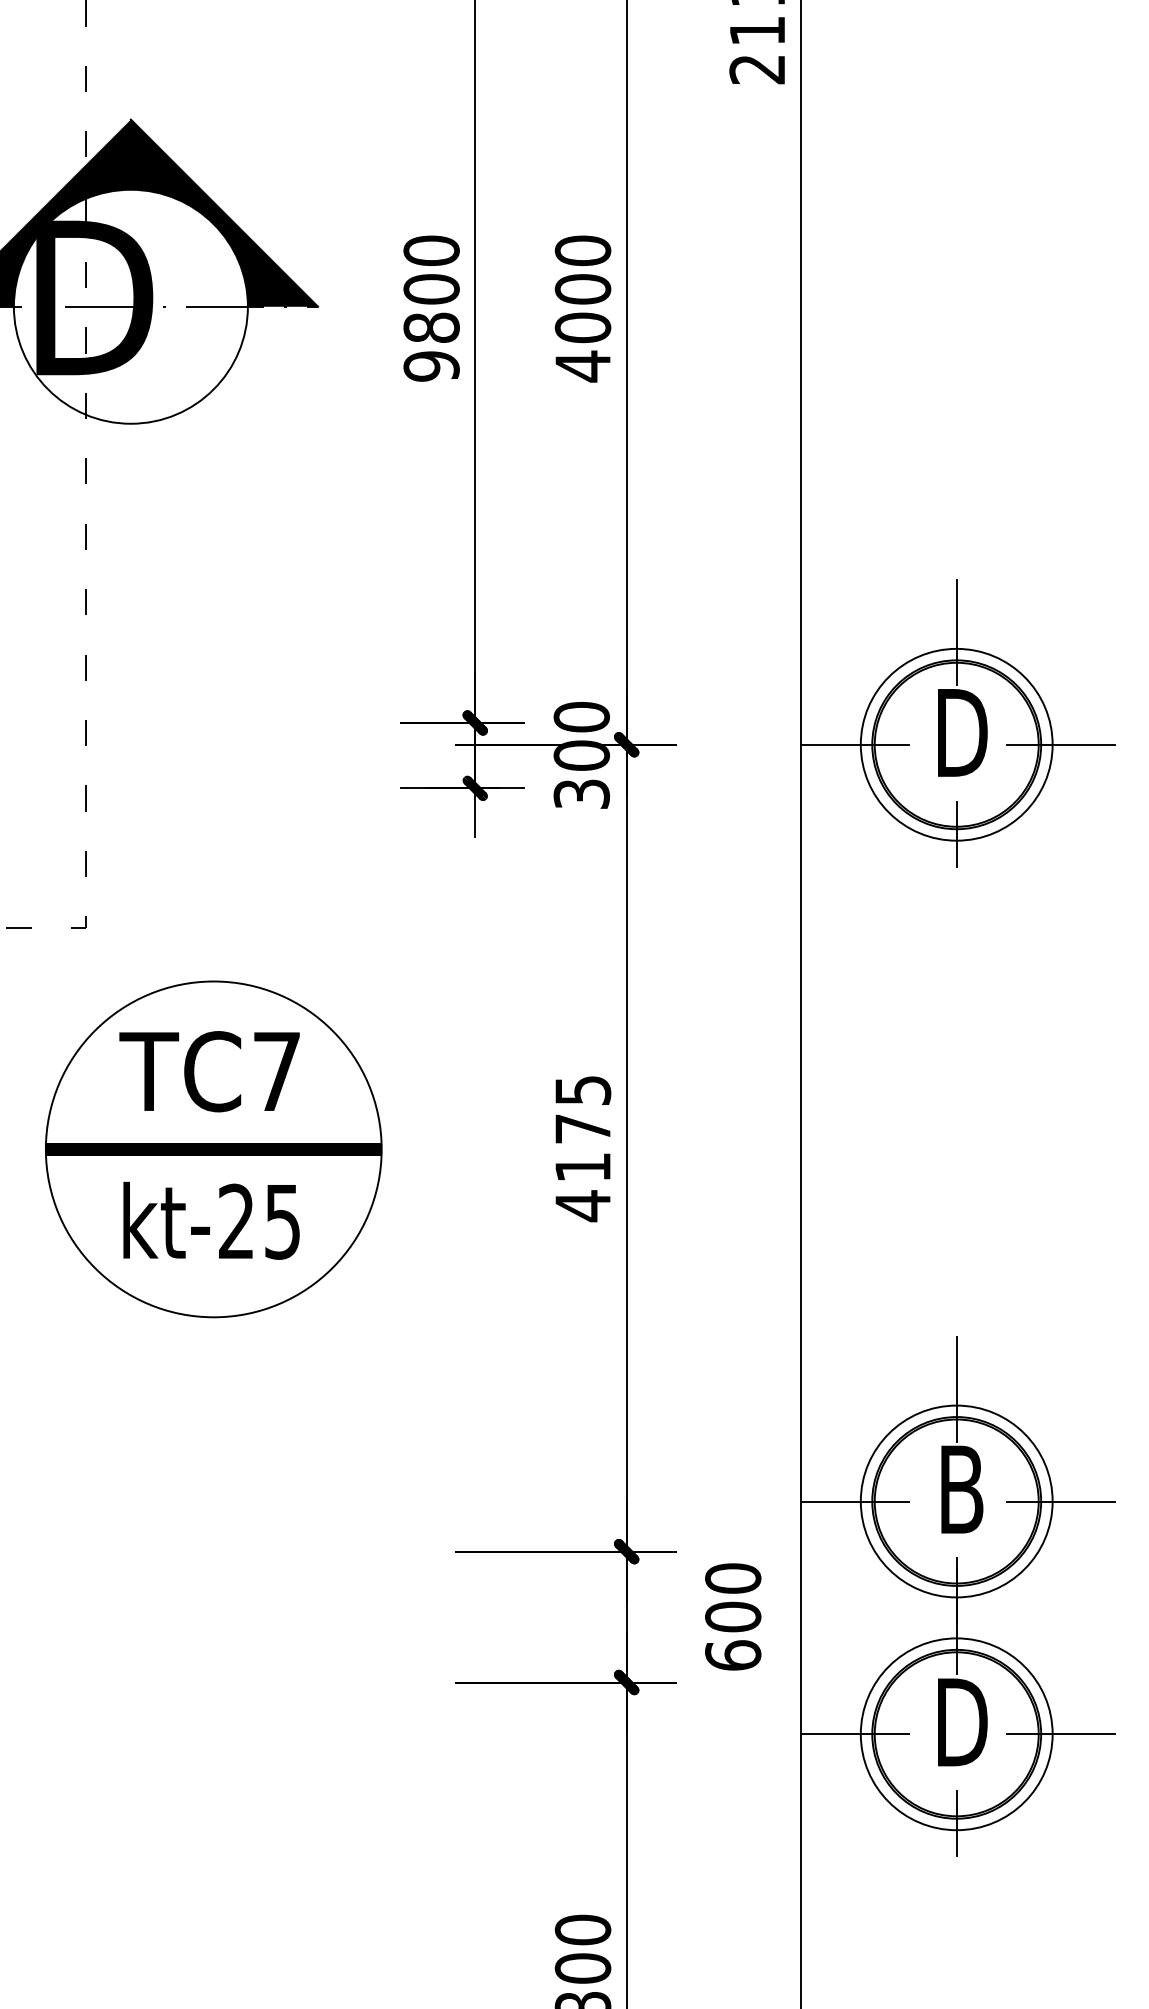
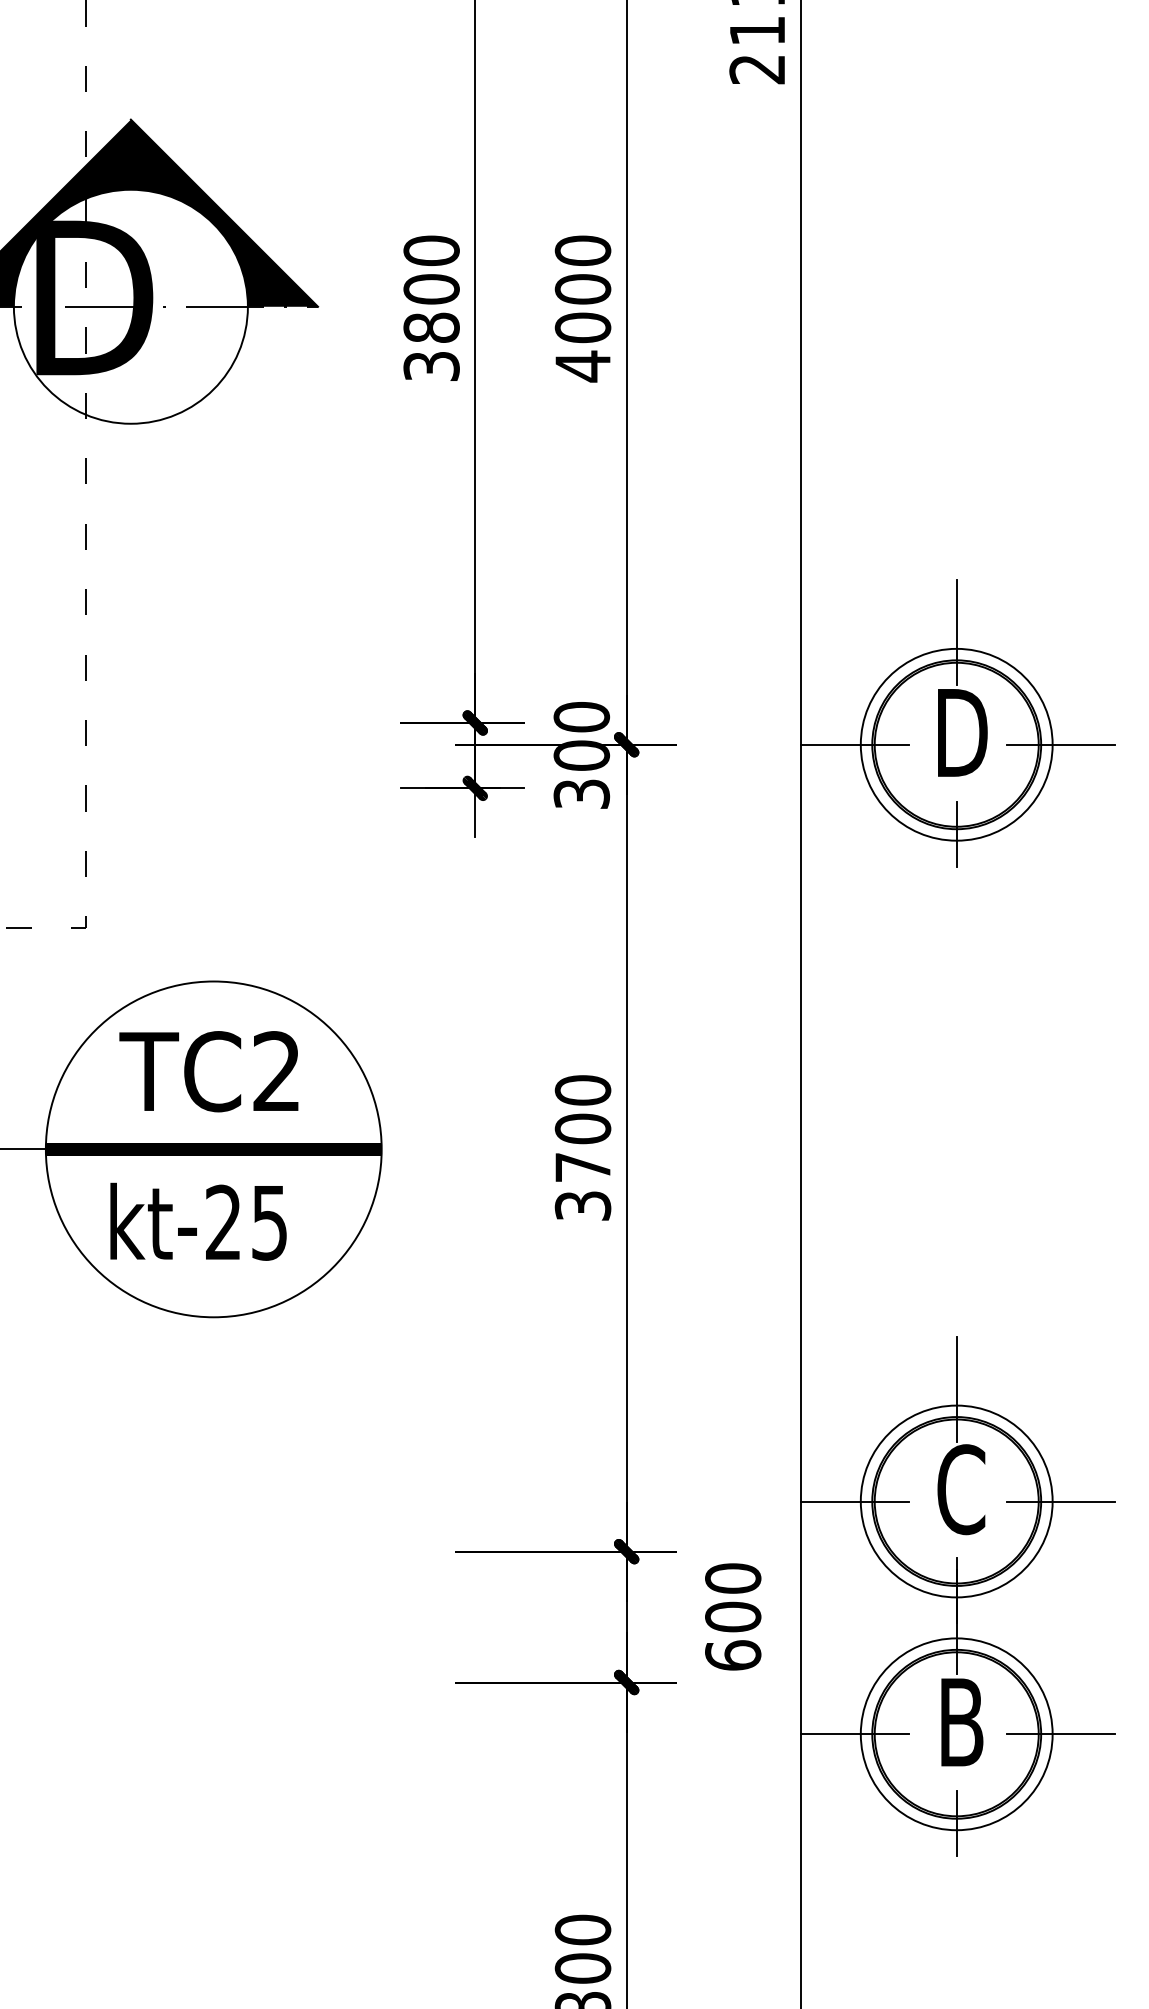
text at (431, 366): 9800 -> 3800
text at (276, 1070): TC7 -> TC2
text at (582, 1148): 4175 -> 3700
line at (23, 1149): none -> present
text at (211, 1220) position: (211, 1220) -> (198, 1221)
text at (961, 1489): B -> C
text at (962, 1722): D -> B
